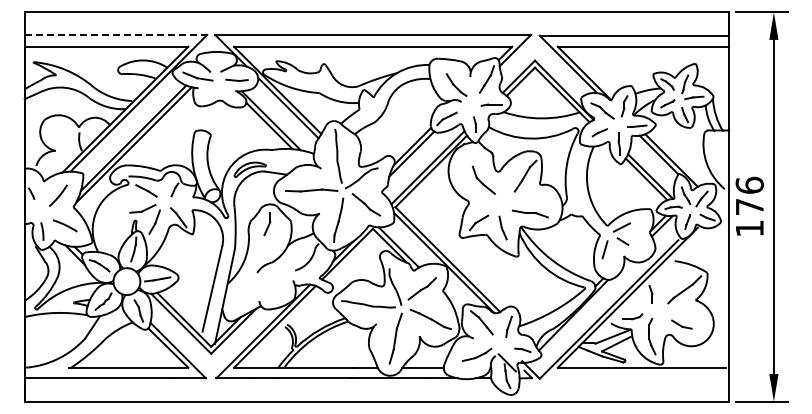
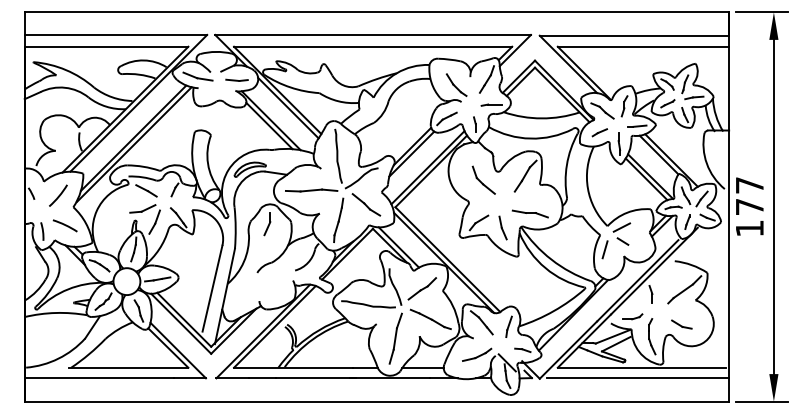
line at (116, 34): dashed -> solid
text at (749, 184): 176 -> 177
line at (638, 378): none -> present
